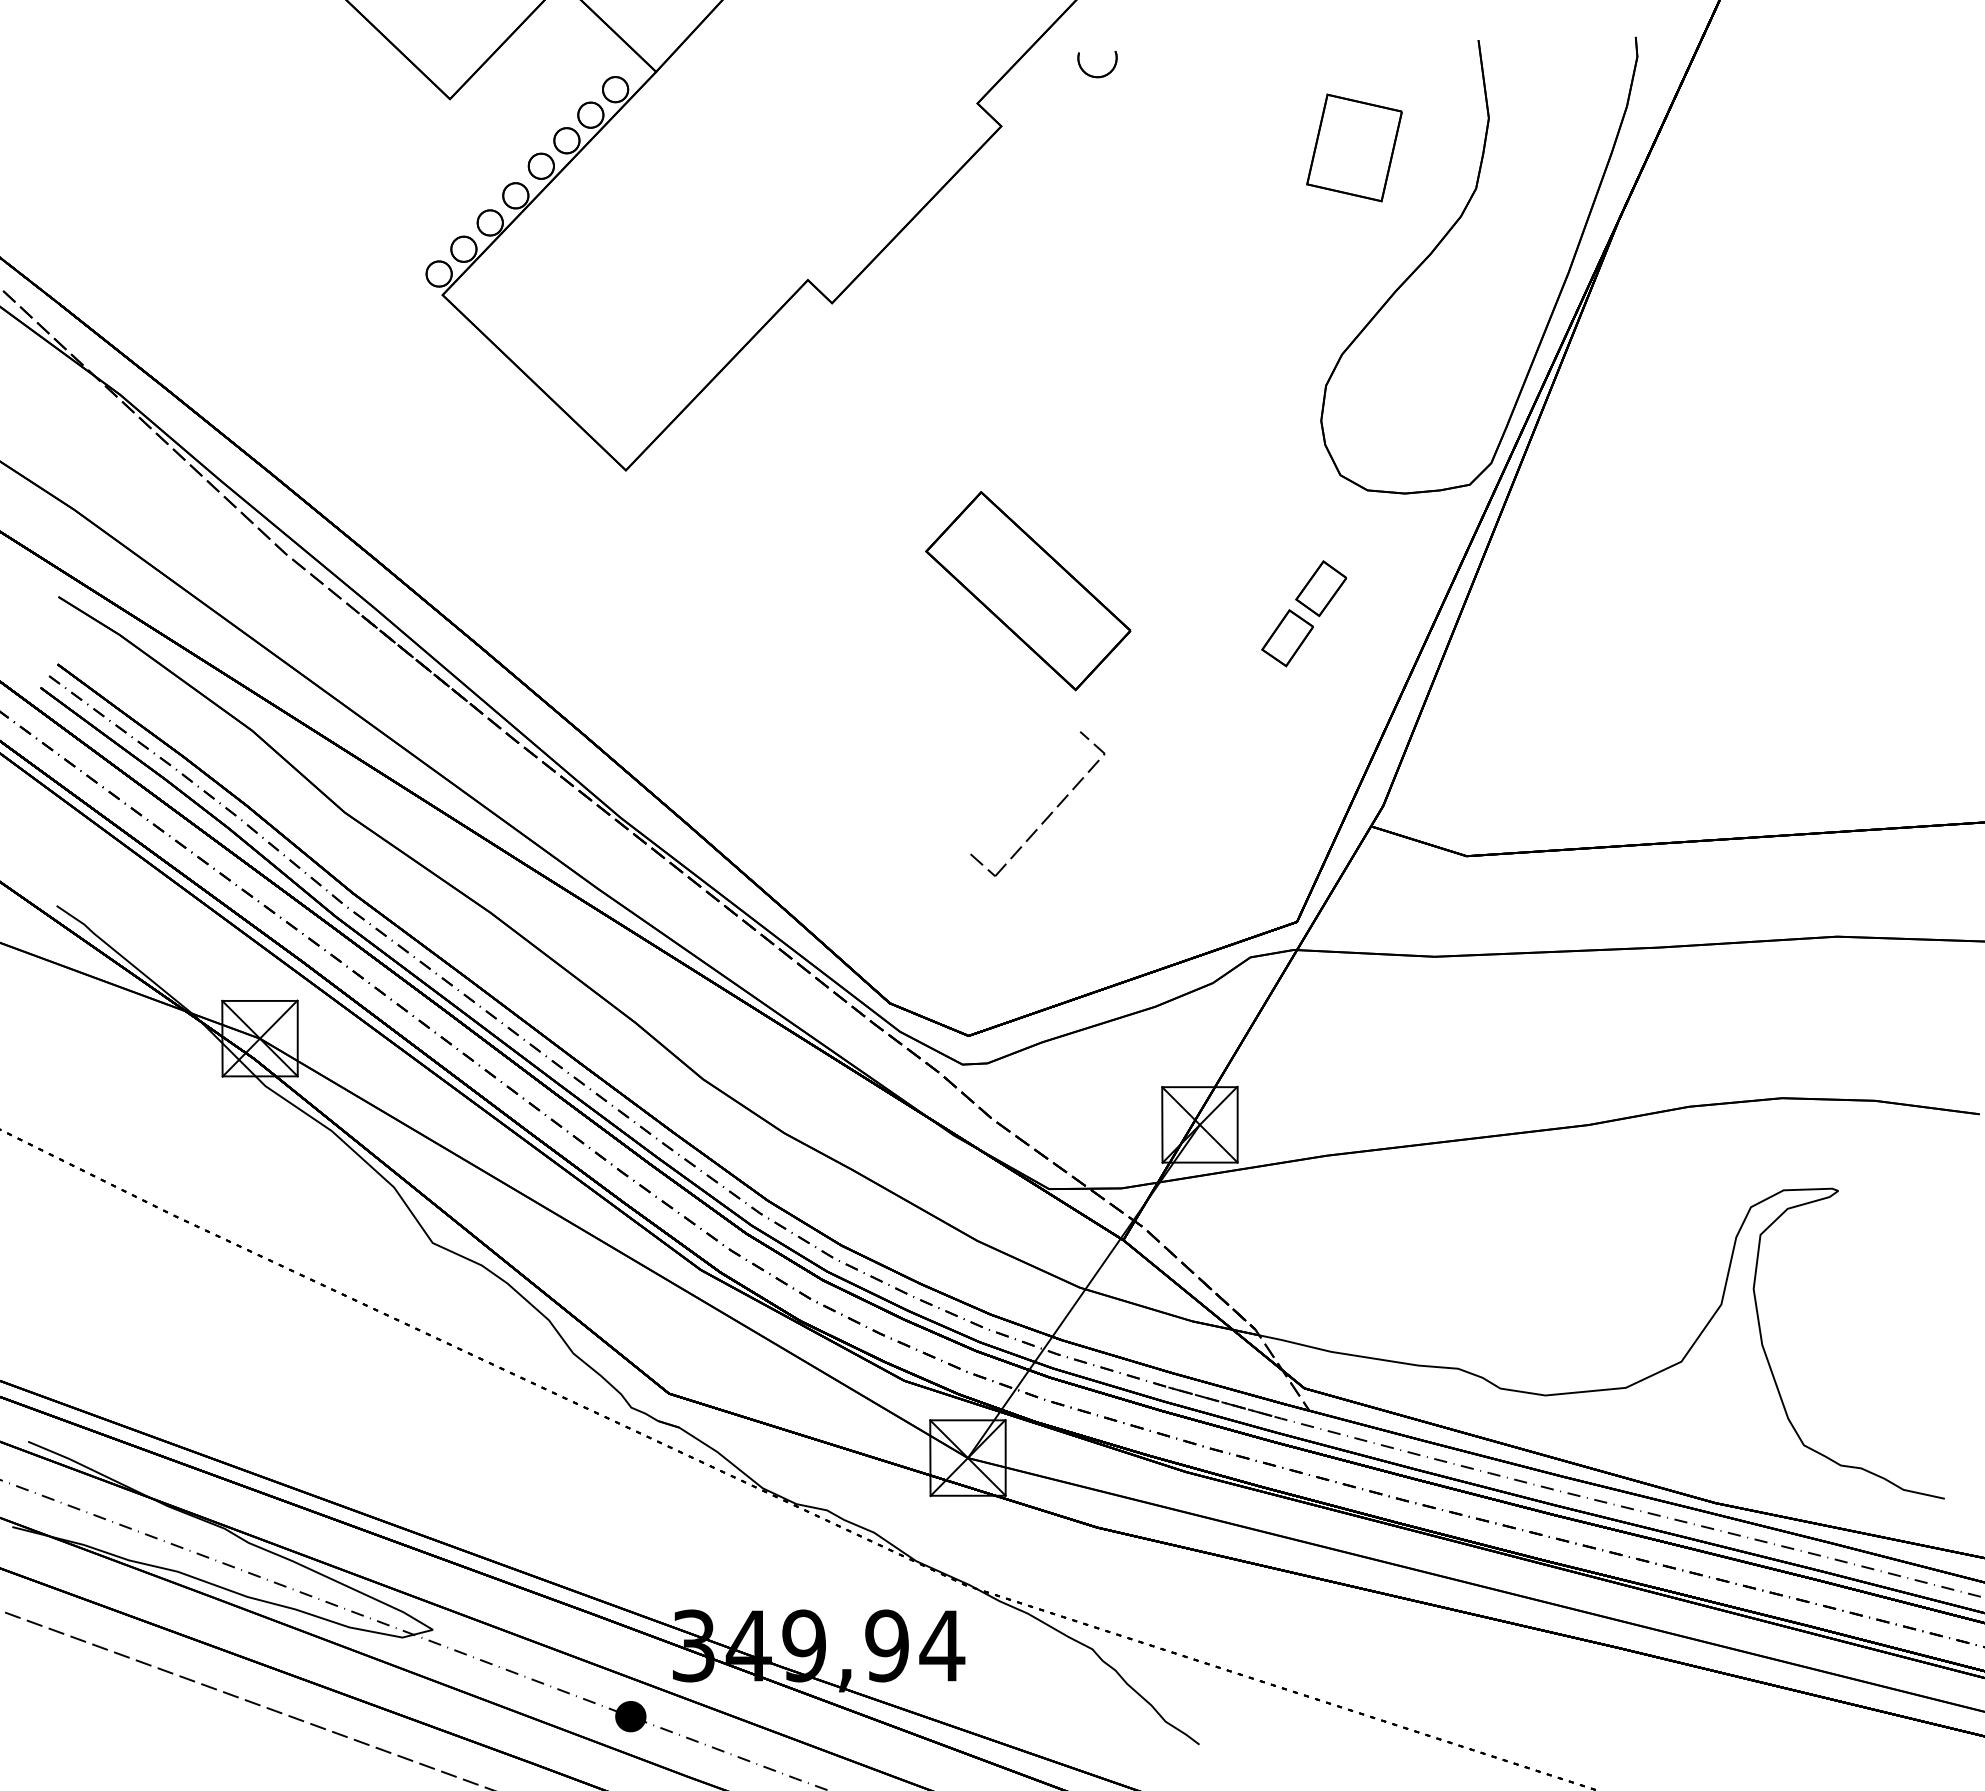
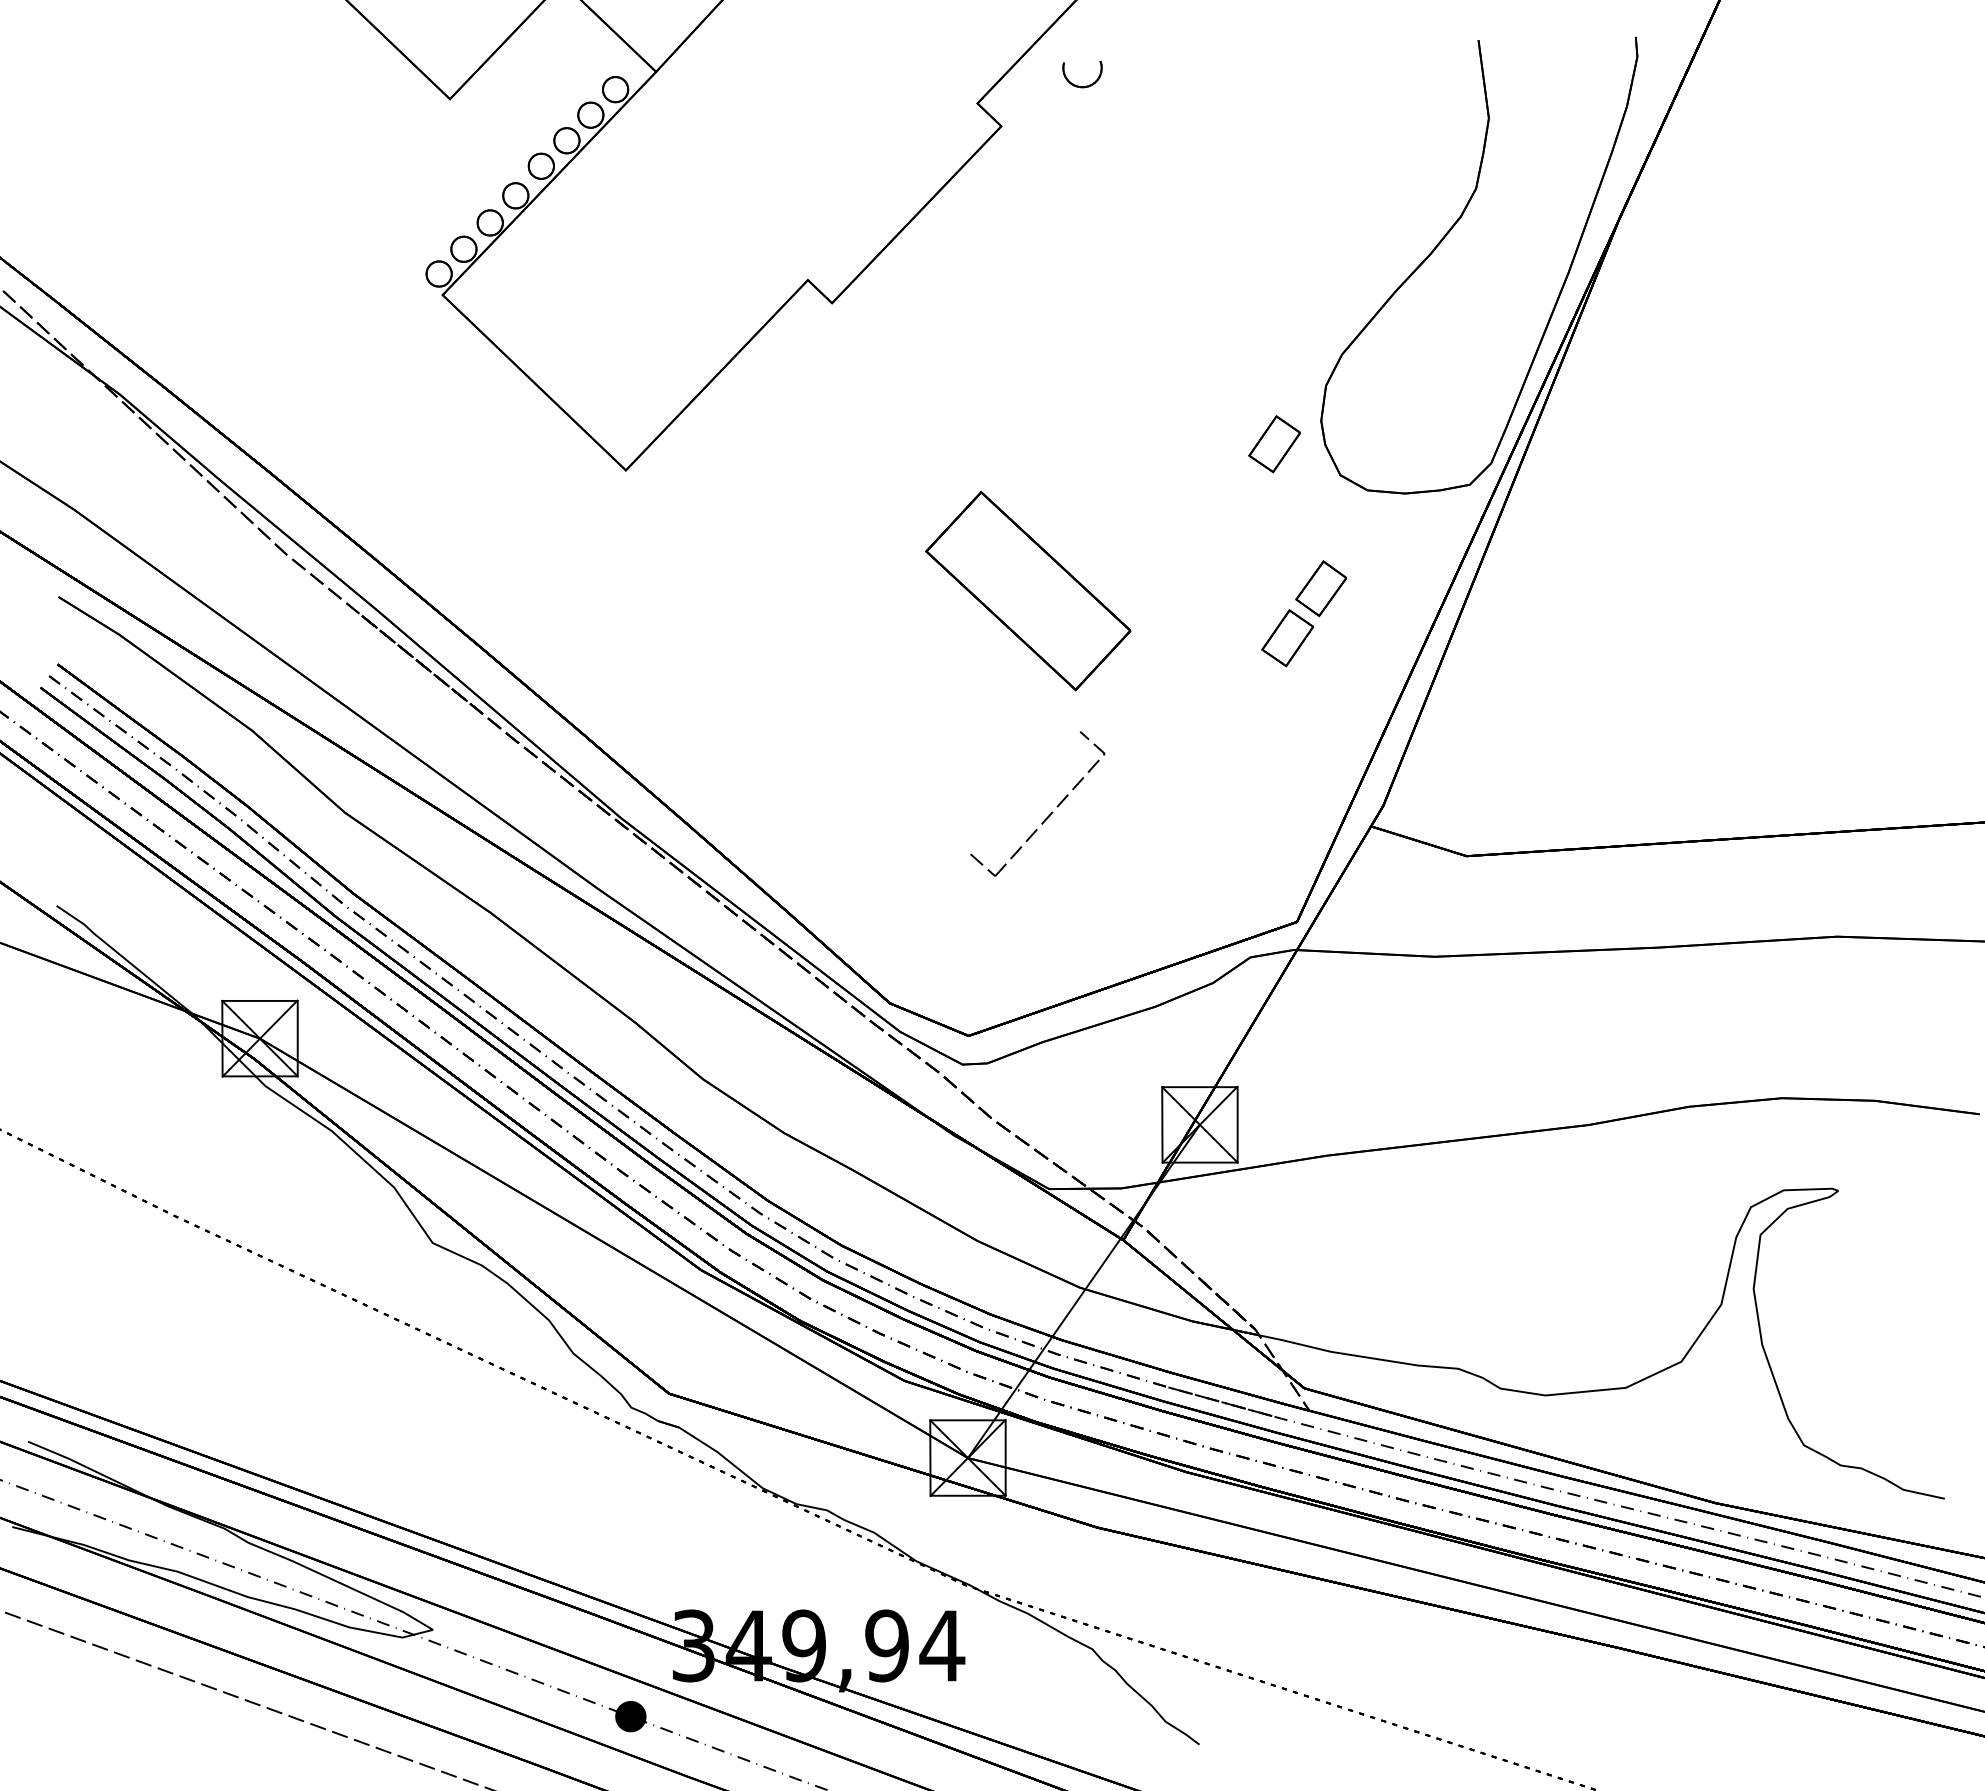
part at (1093, 75) position: (1093, 75) -> (1078, 85)
part at (1354, 147): present -> none
part at (1274, 444): none -> present
